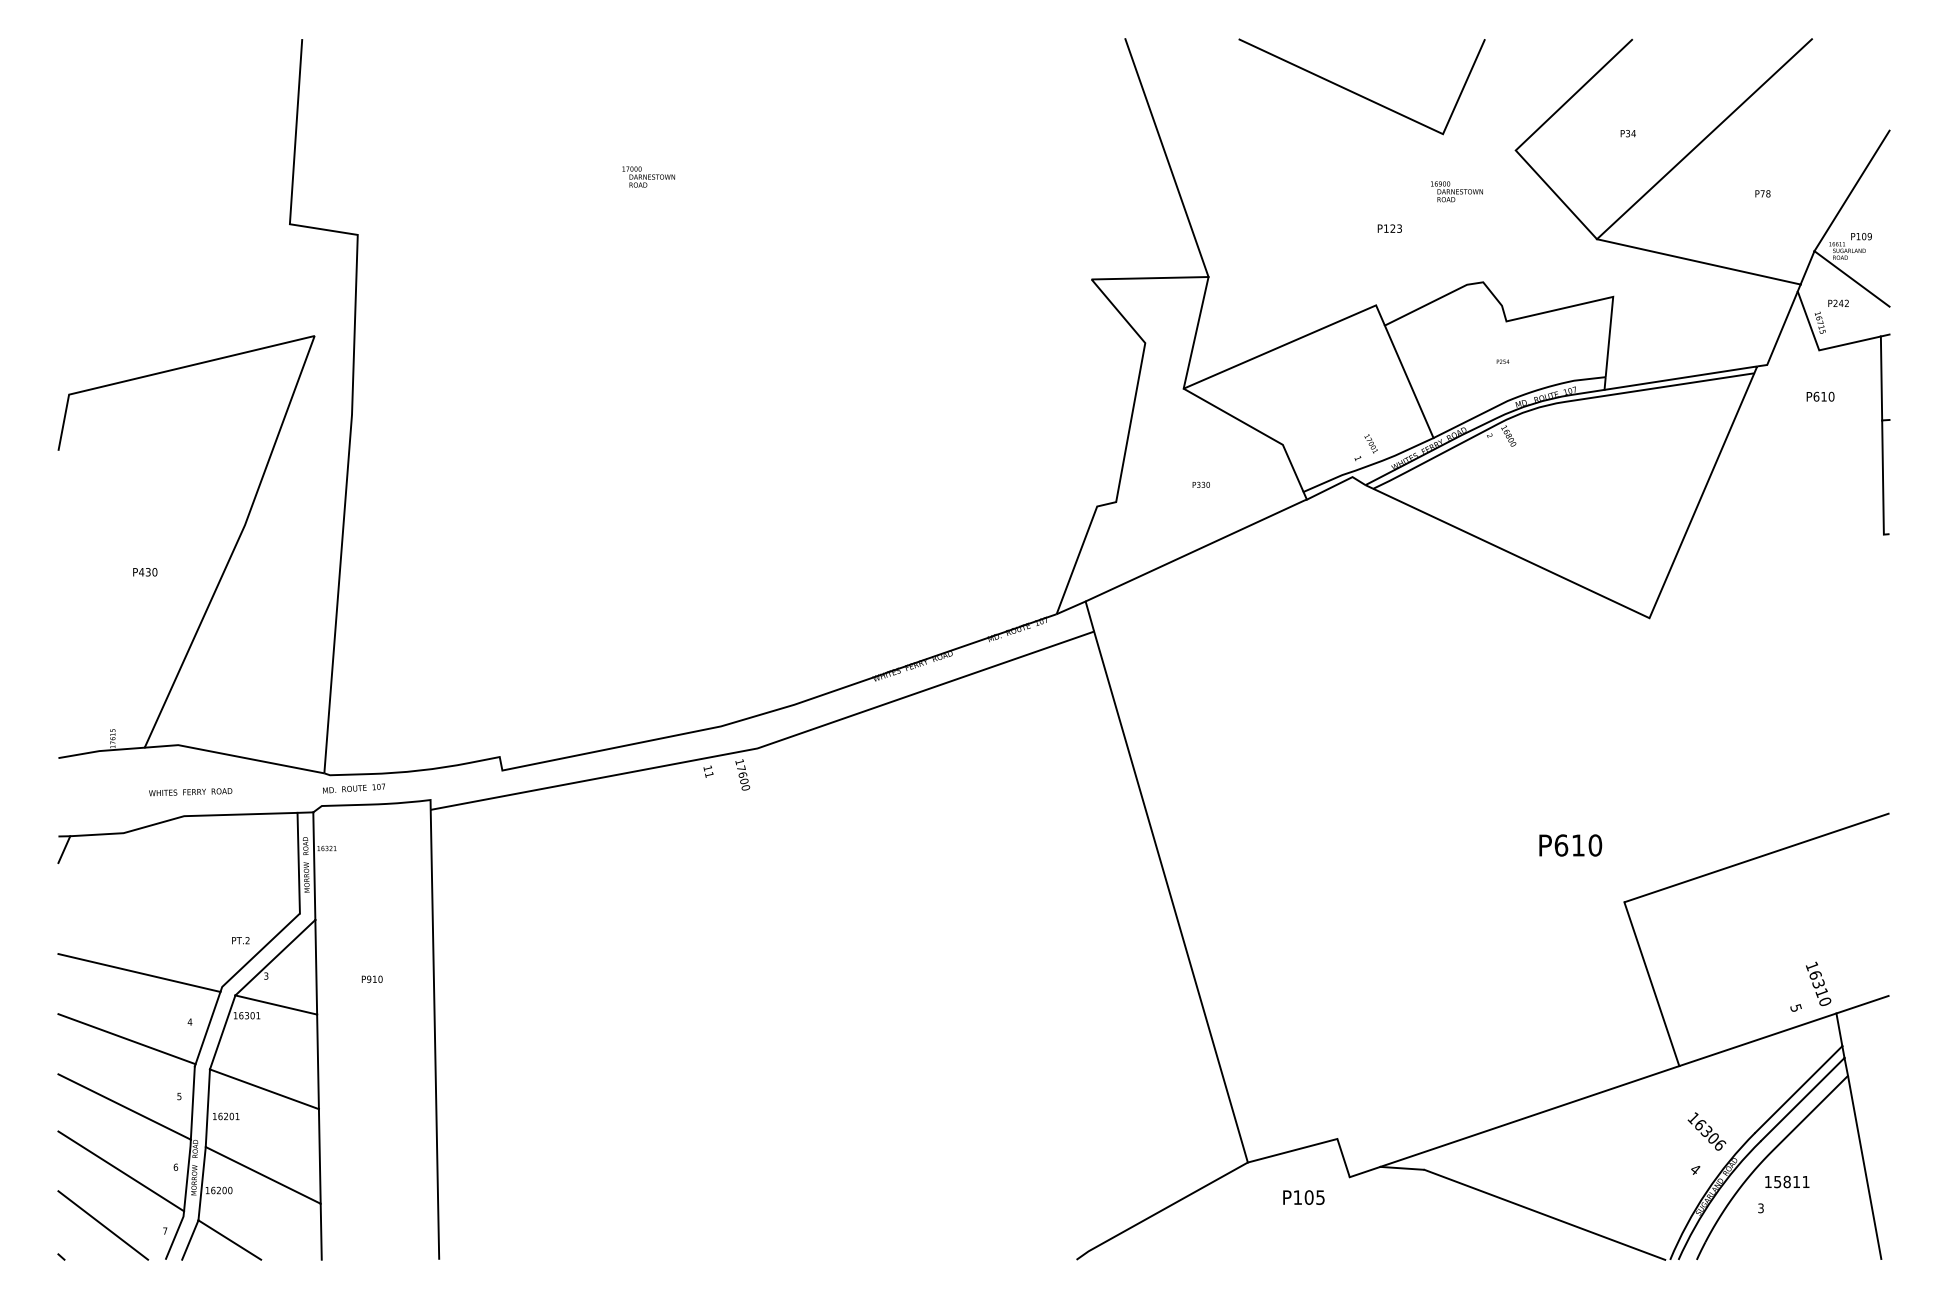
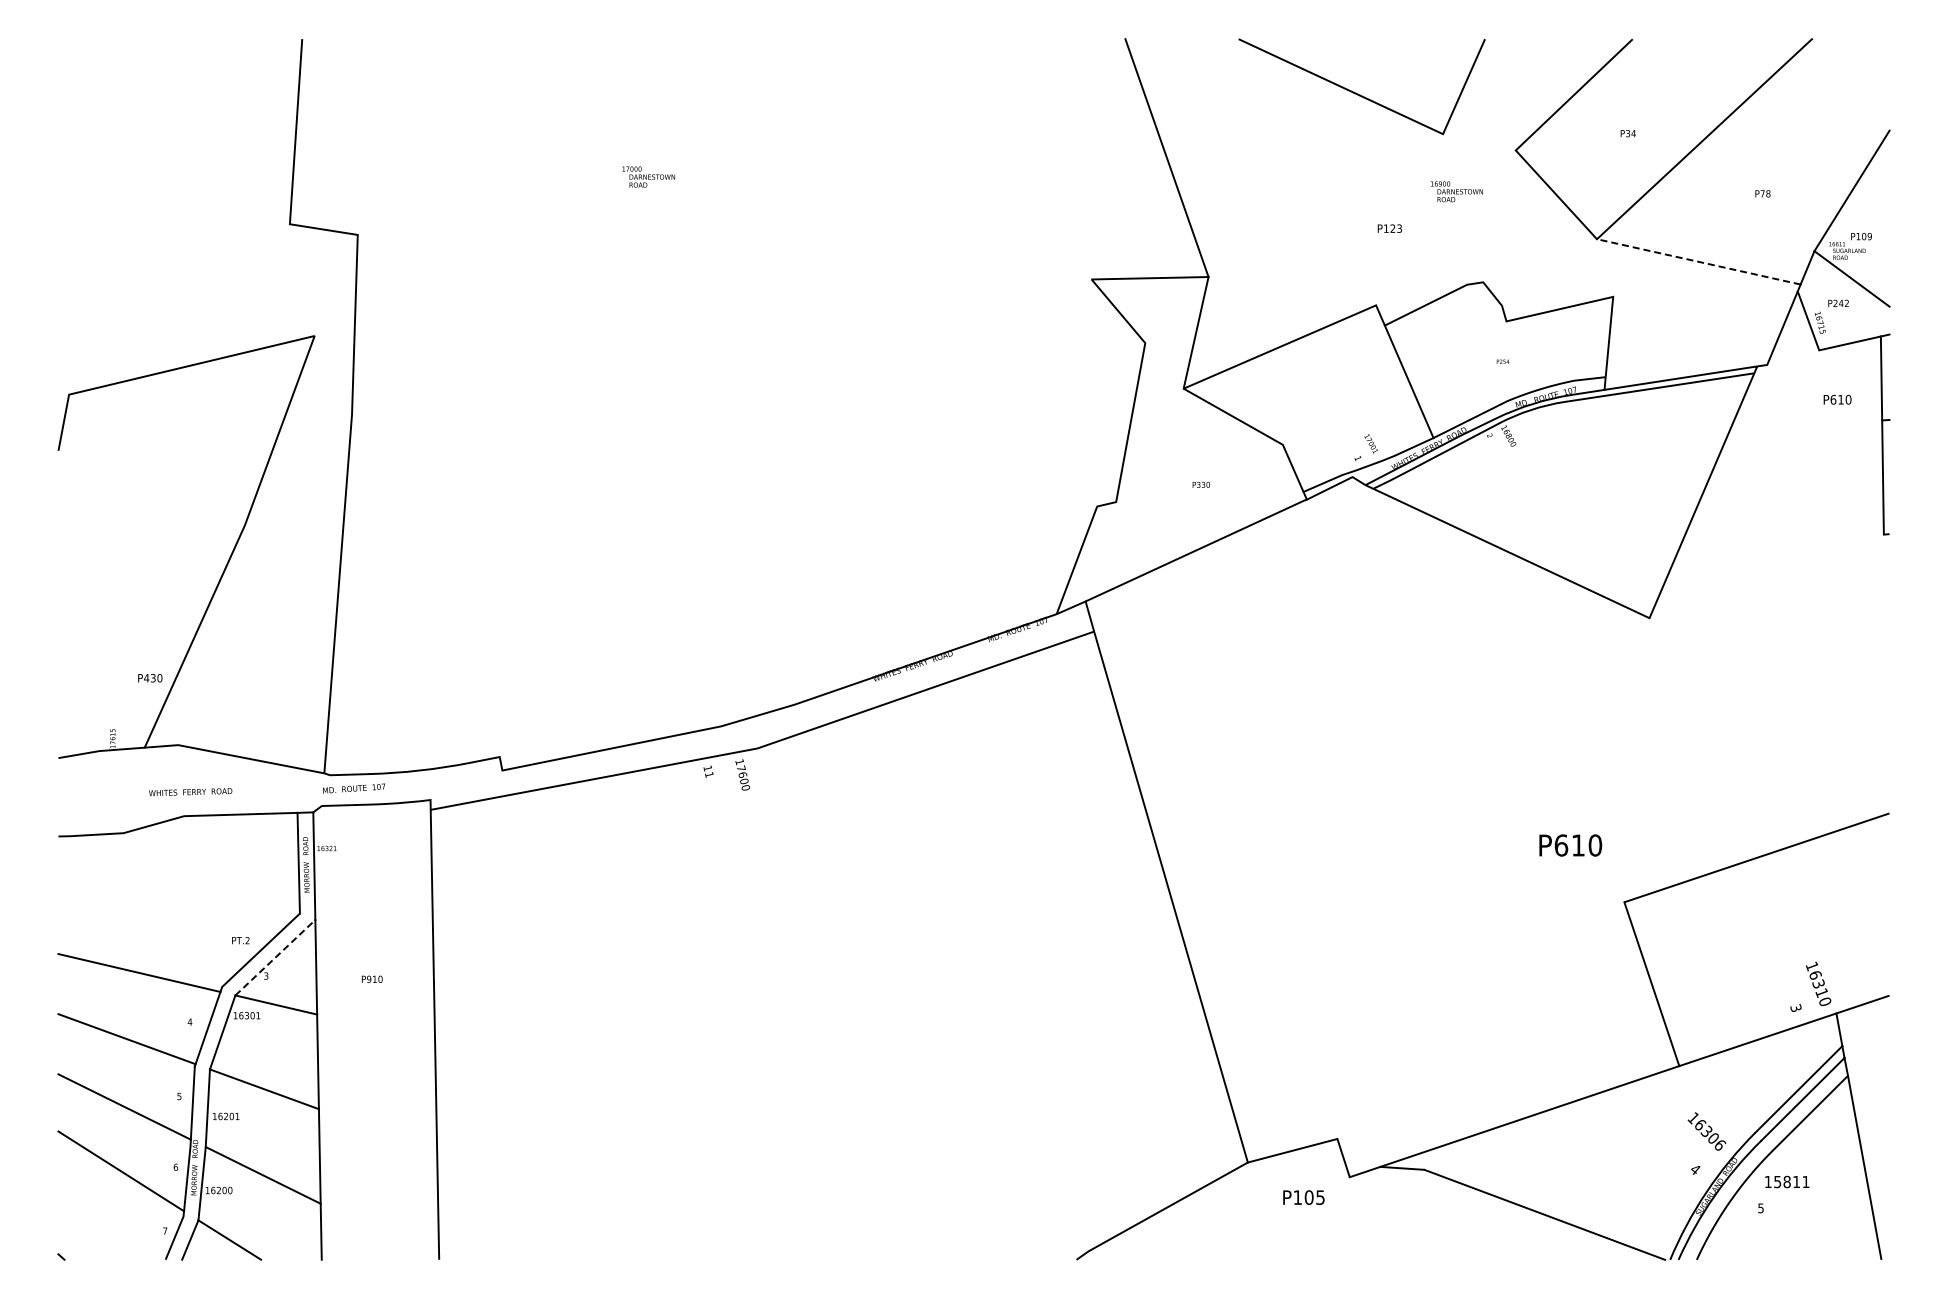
line at (1698, 261): solid -> dashed
text at (1820, 396) position: (1820, 396) -> (1837, 399)
text at (145, 572) position: (145, 572) -> (150, 678)
line at (64, 849): present -> none
line at (275, 957): solid -> dashed
text at (1796, 1007): 5 -> 3
text at (1760, 1207): 3 -> 5
line at (103, 1225): present -> none
